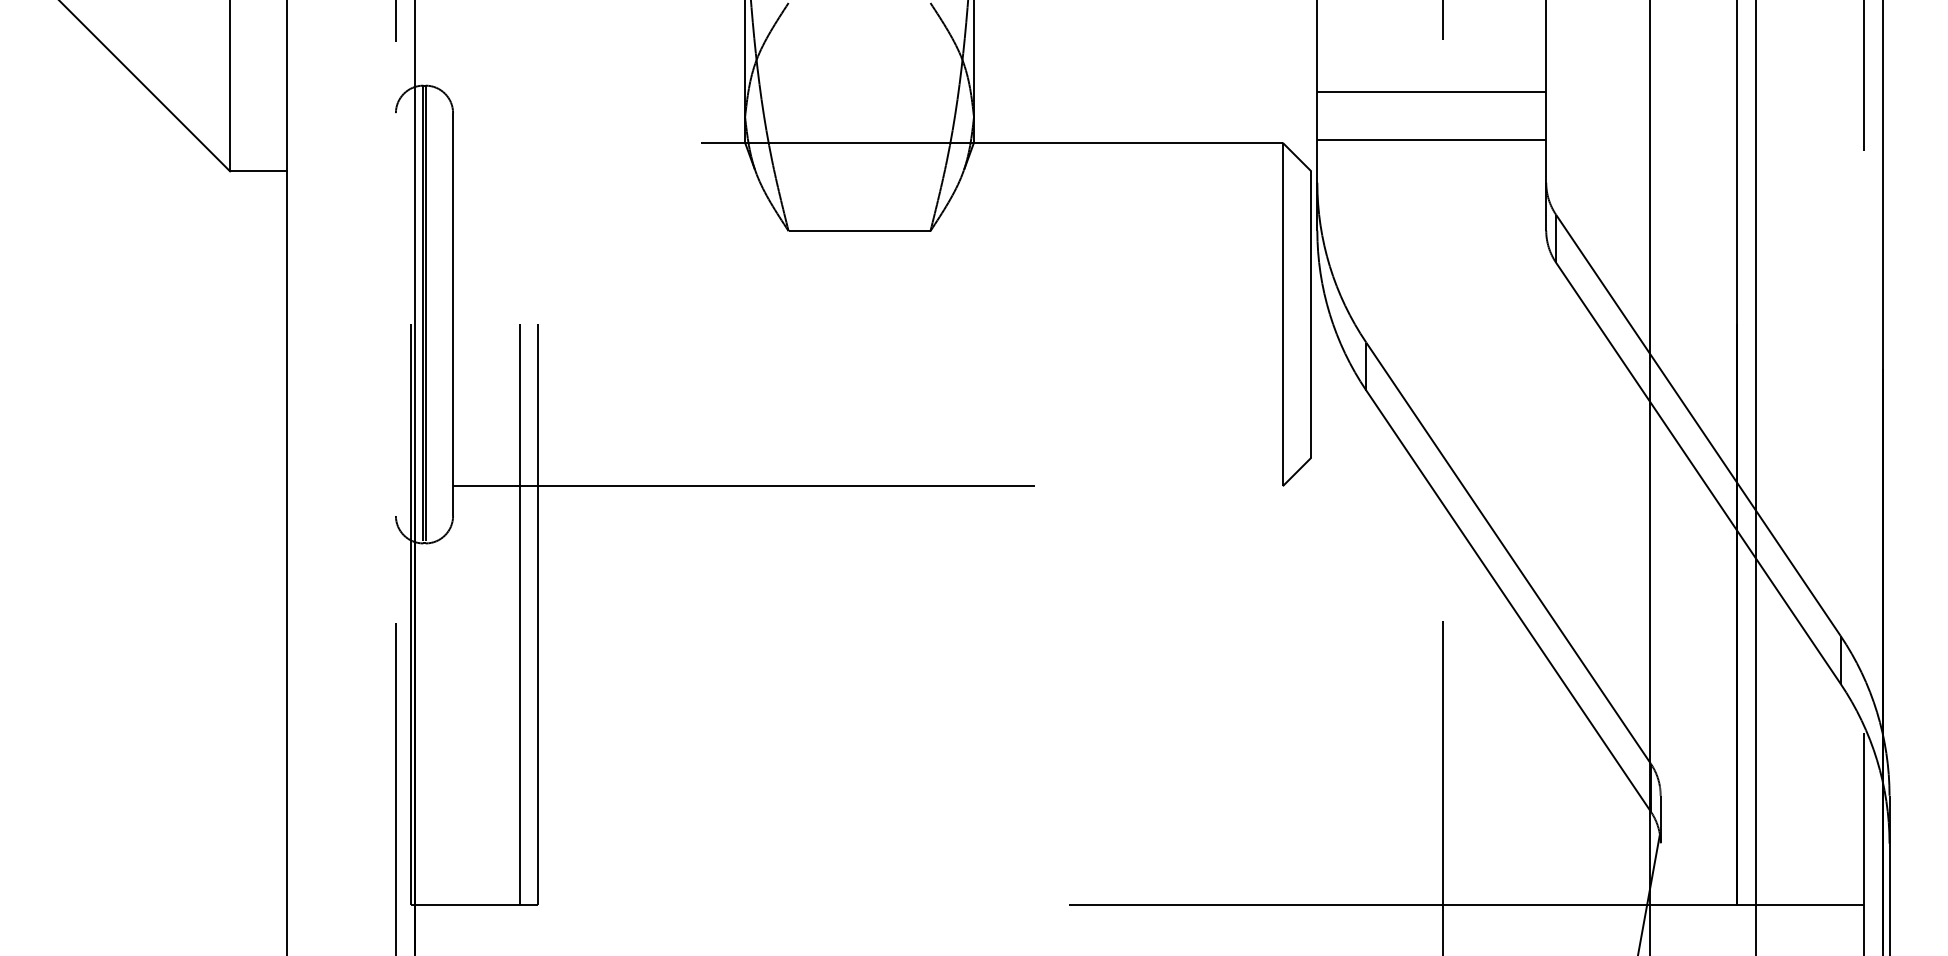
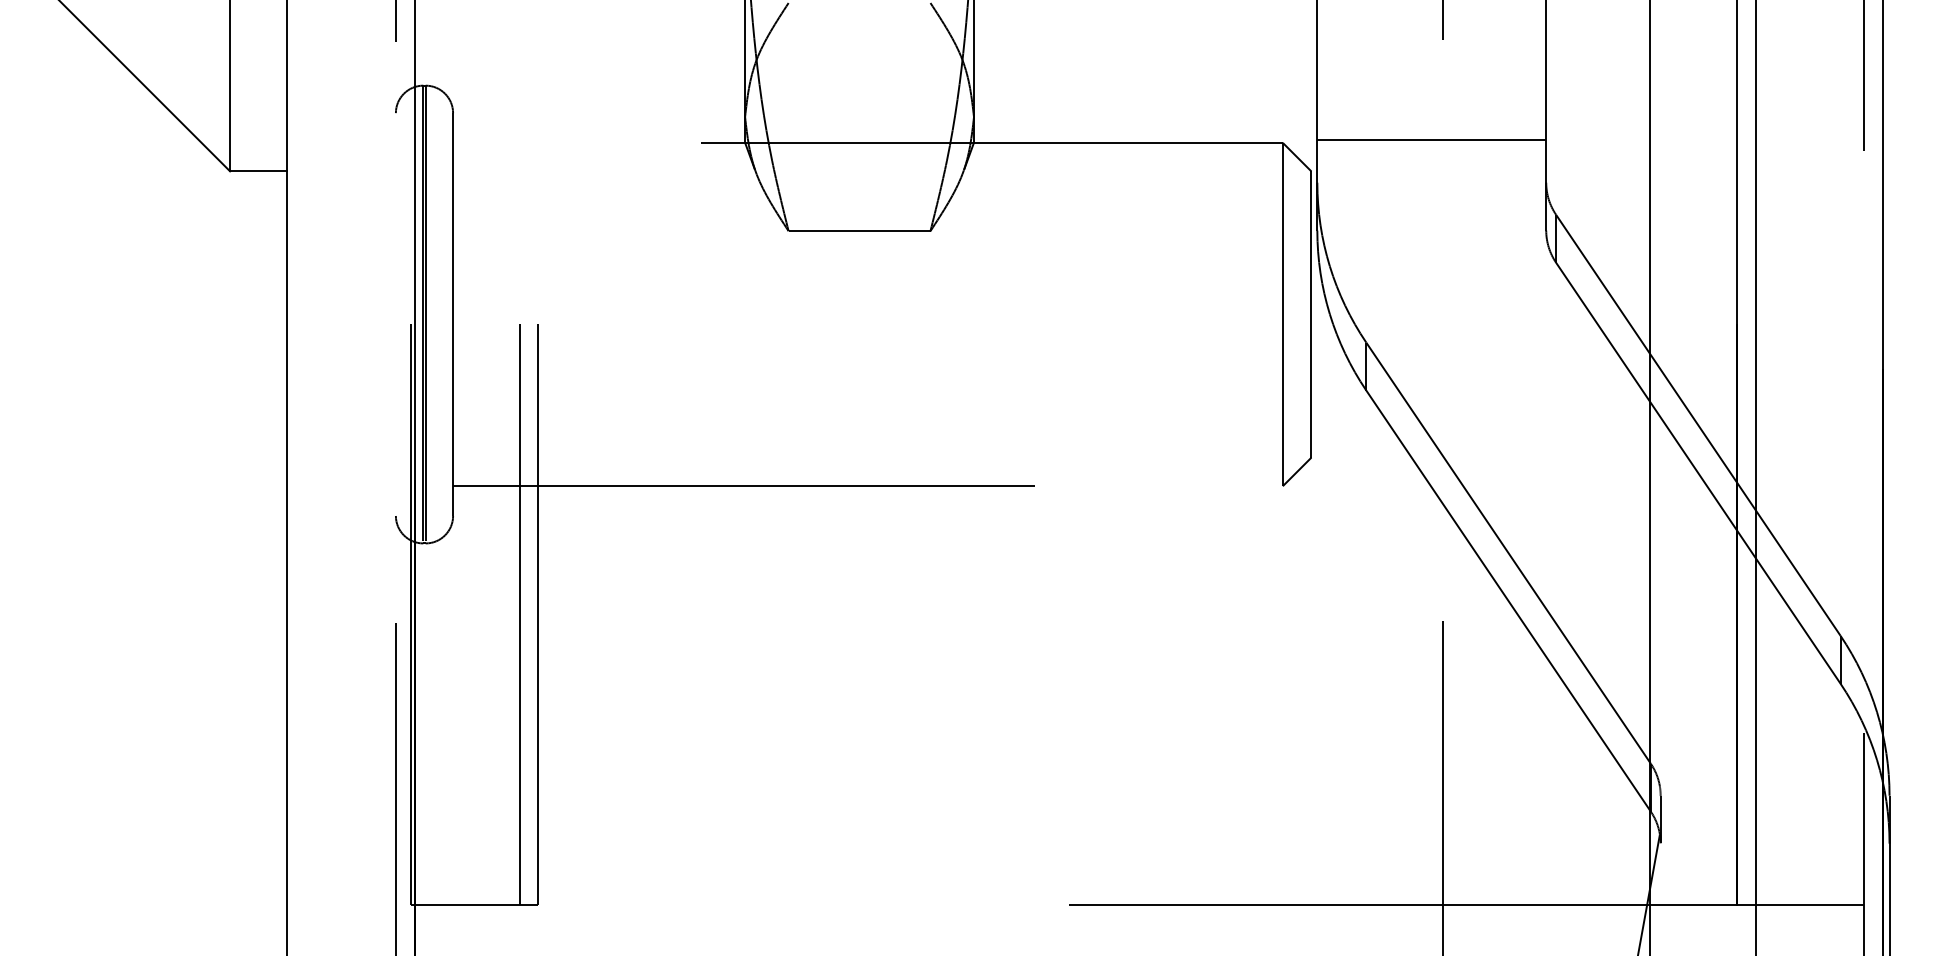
line at (1431, 92): present -> none
